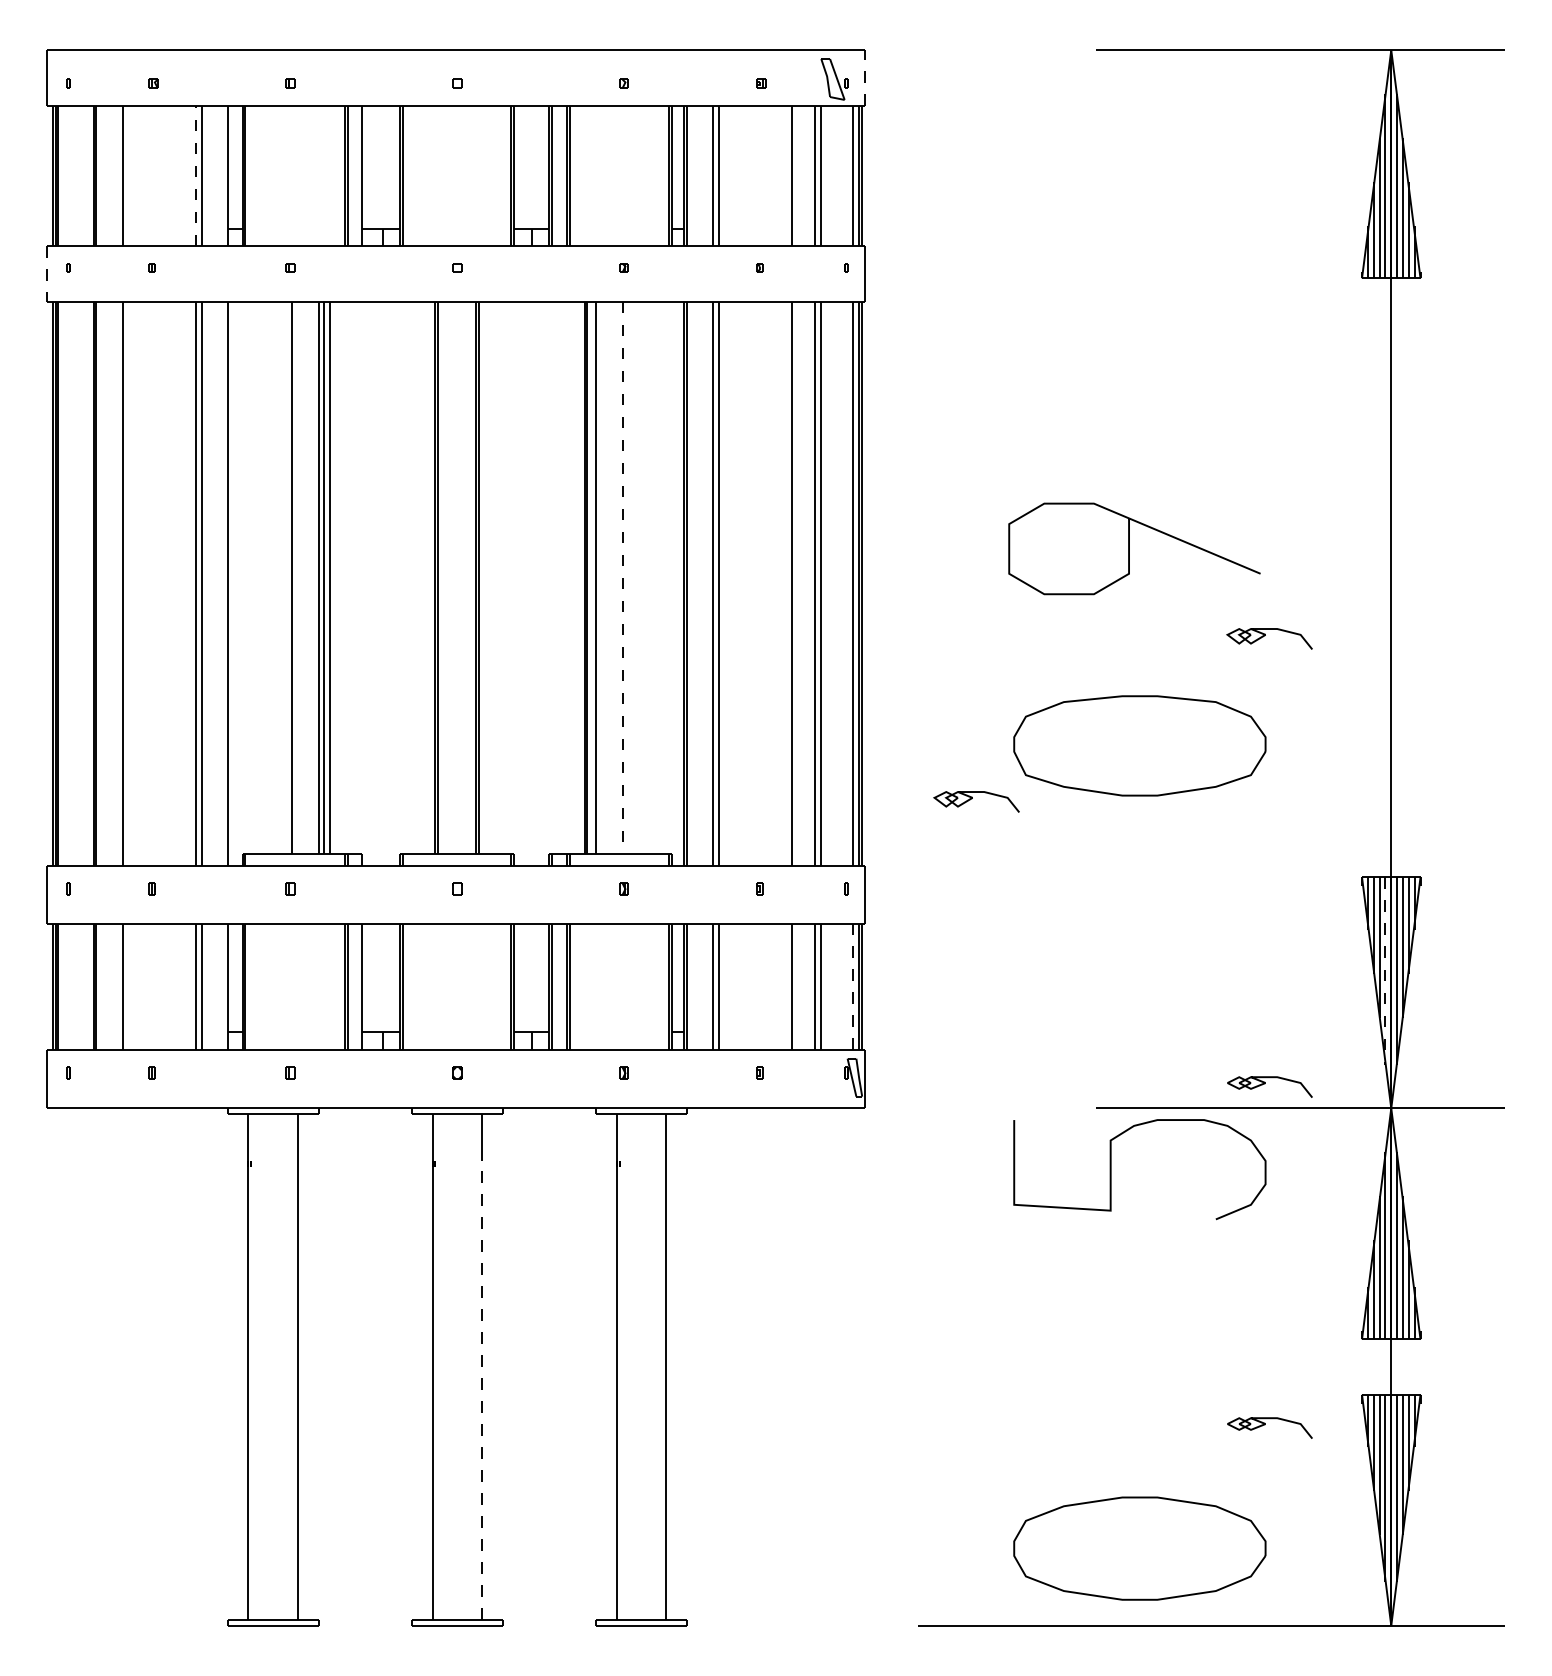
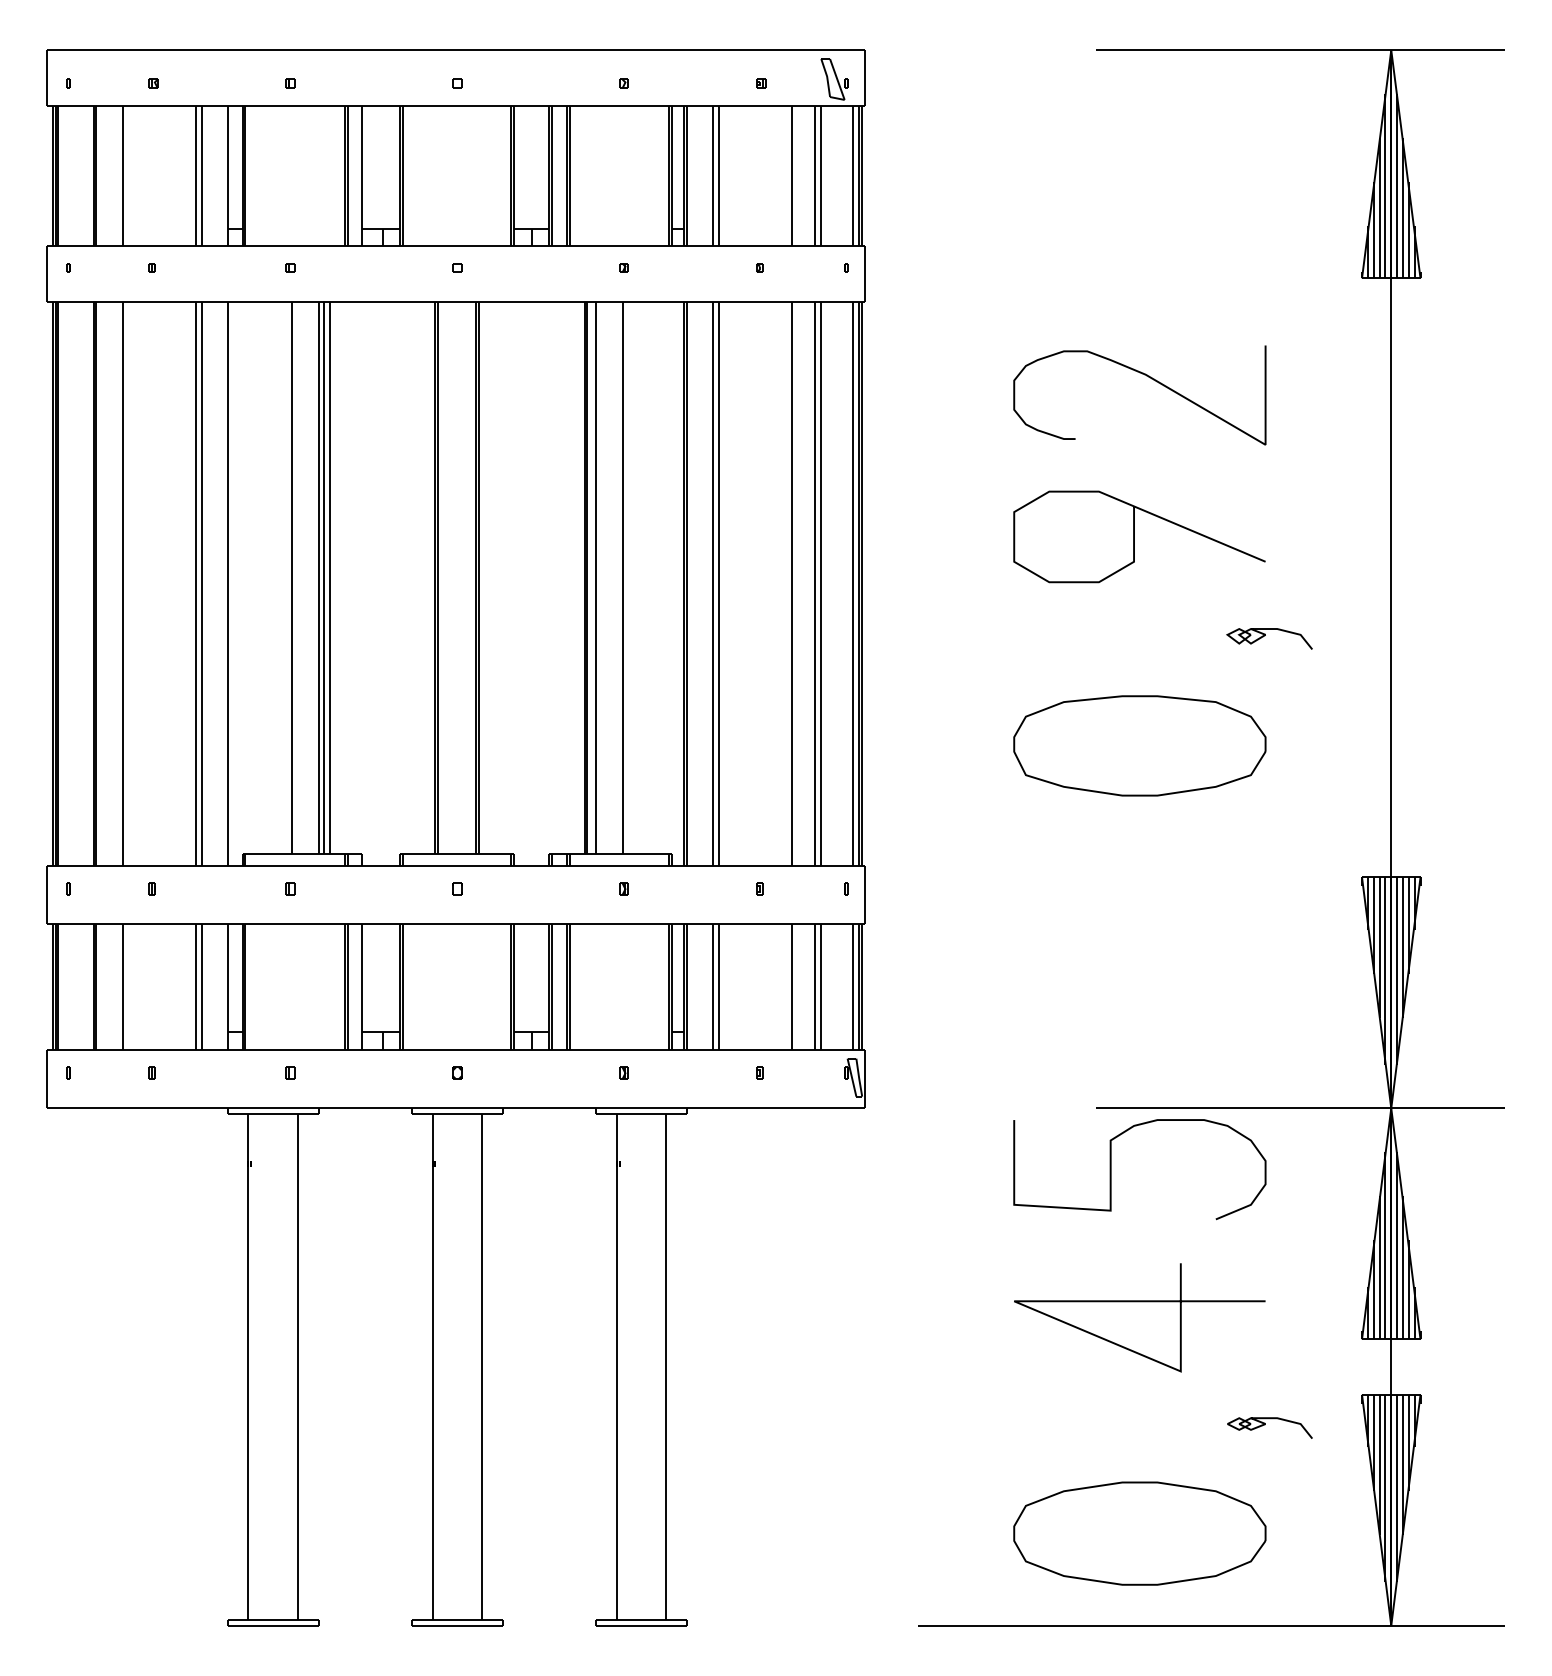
line at (865, 78): dashed -> solid
line at (195, 175): dashed -> solid
line at (46, 273): dashed -> solid
curve at (1151, 379): none -> present
curve at (1129, 548) position: (1129, 548) -> (1134, 536)
line at (622, 578): dashed -> solid
part at (976, 801): present -> none
line at (1385, 970): dashed -> solid
line at (853, 987): dashed -> solid
part at (1269, 1086): present -> none
line at (1139, 1302): none -> present
line at (482, 1389): dashed -> solid
part at (1139, 1548) position: (1139, 1548) -> (1139, 1533)
